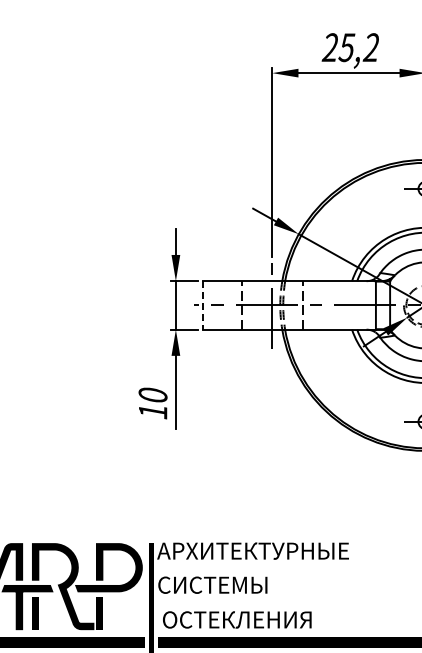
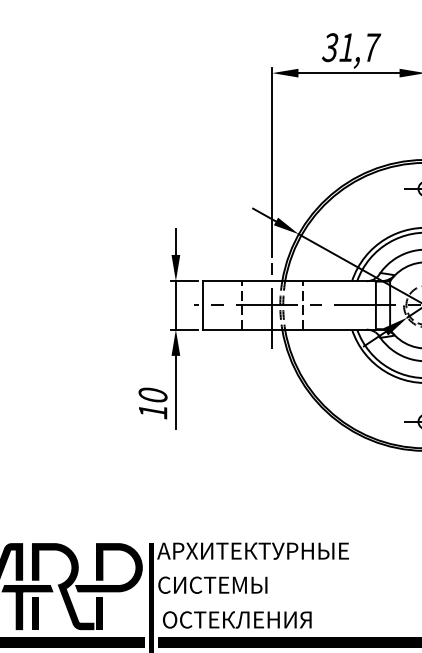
text at (351, 47): 25,2 -> 31,7
line at (203, 305): dashed -> solid
